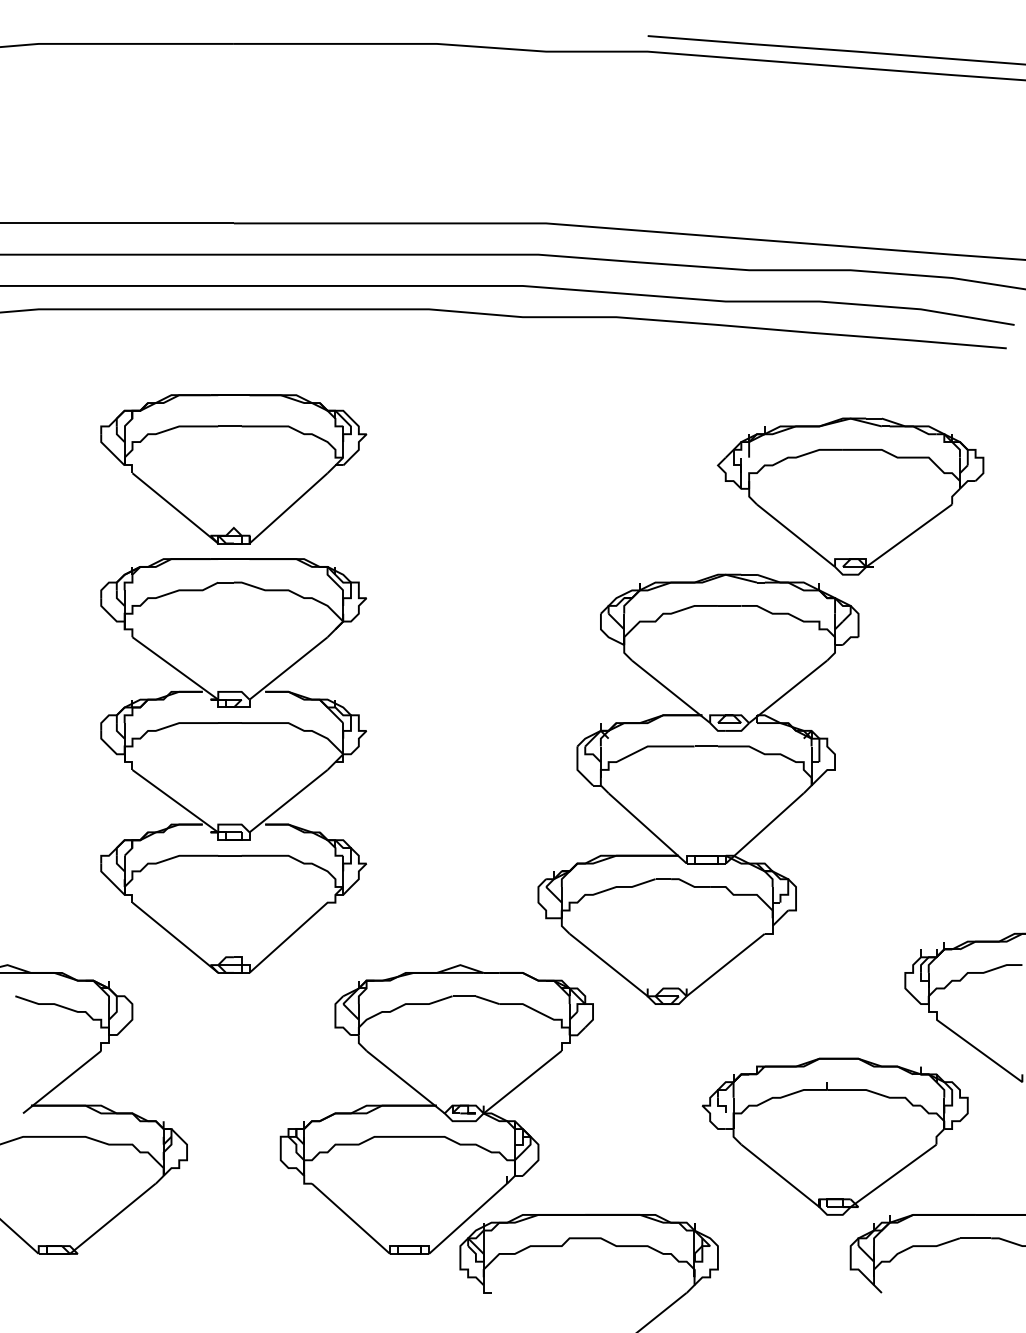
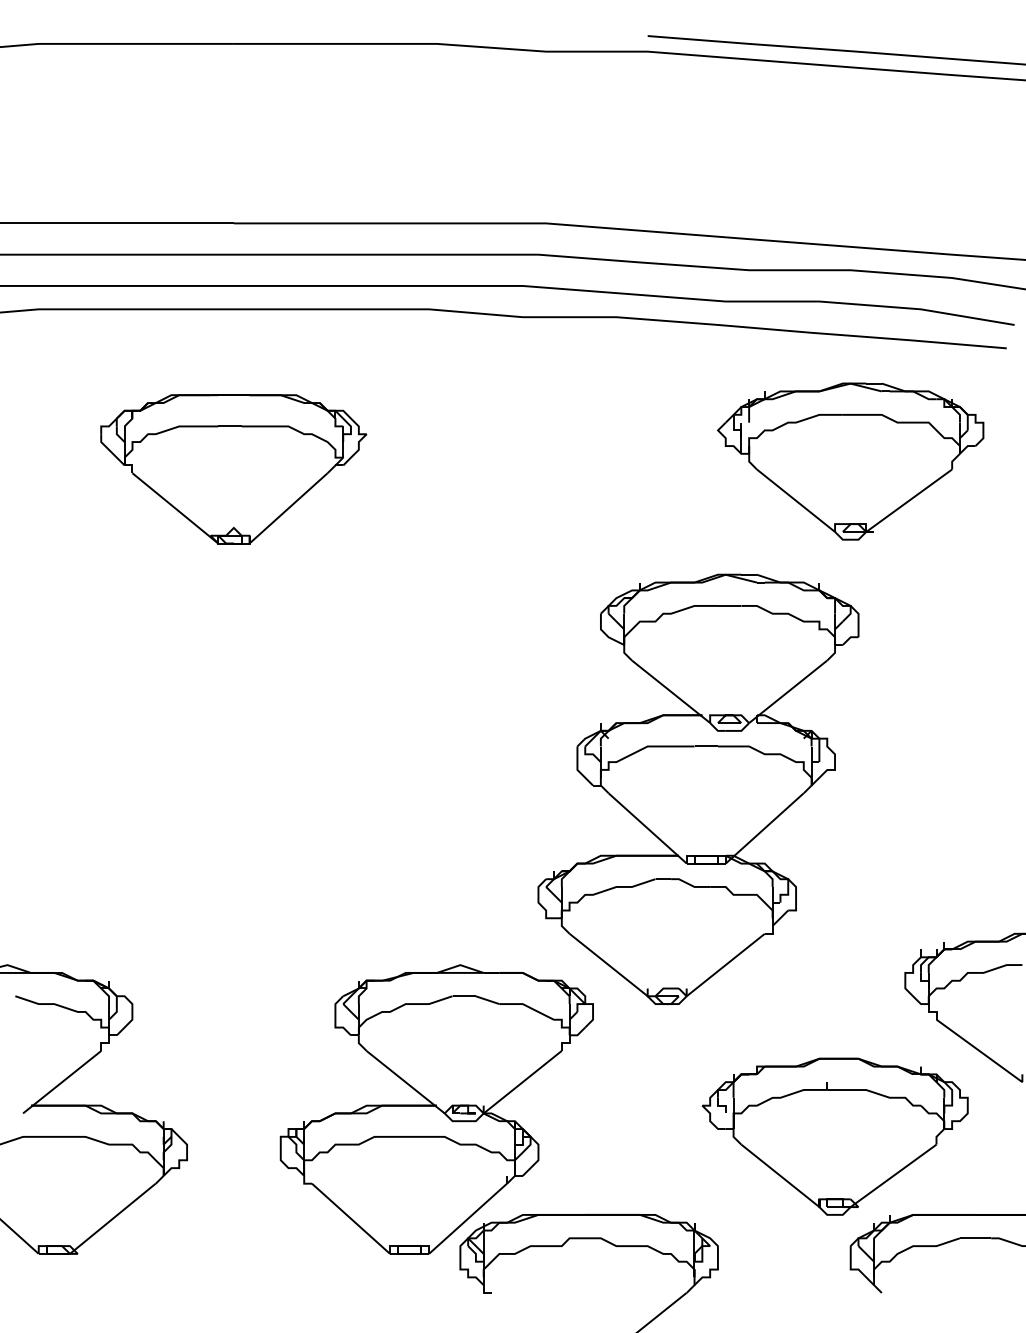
part at (850, 496) position: (850, 496) -> (850, 461)
part at (233, 765): present -> none
